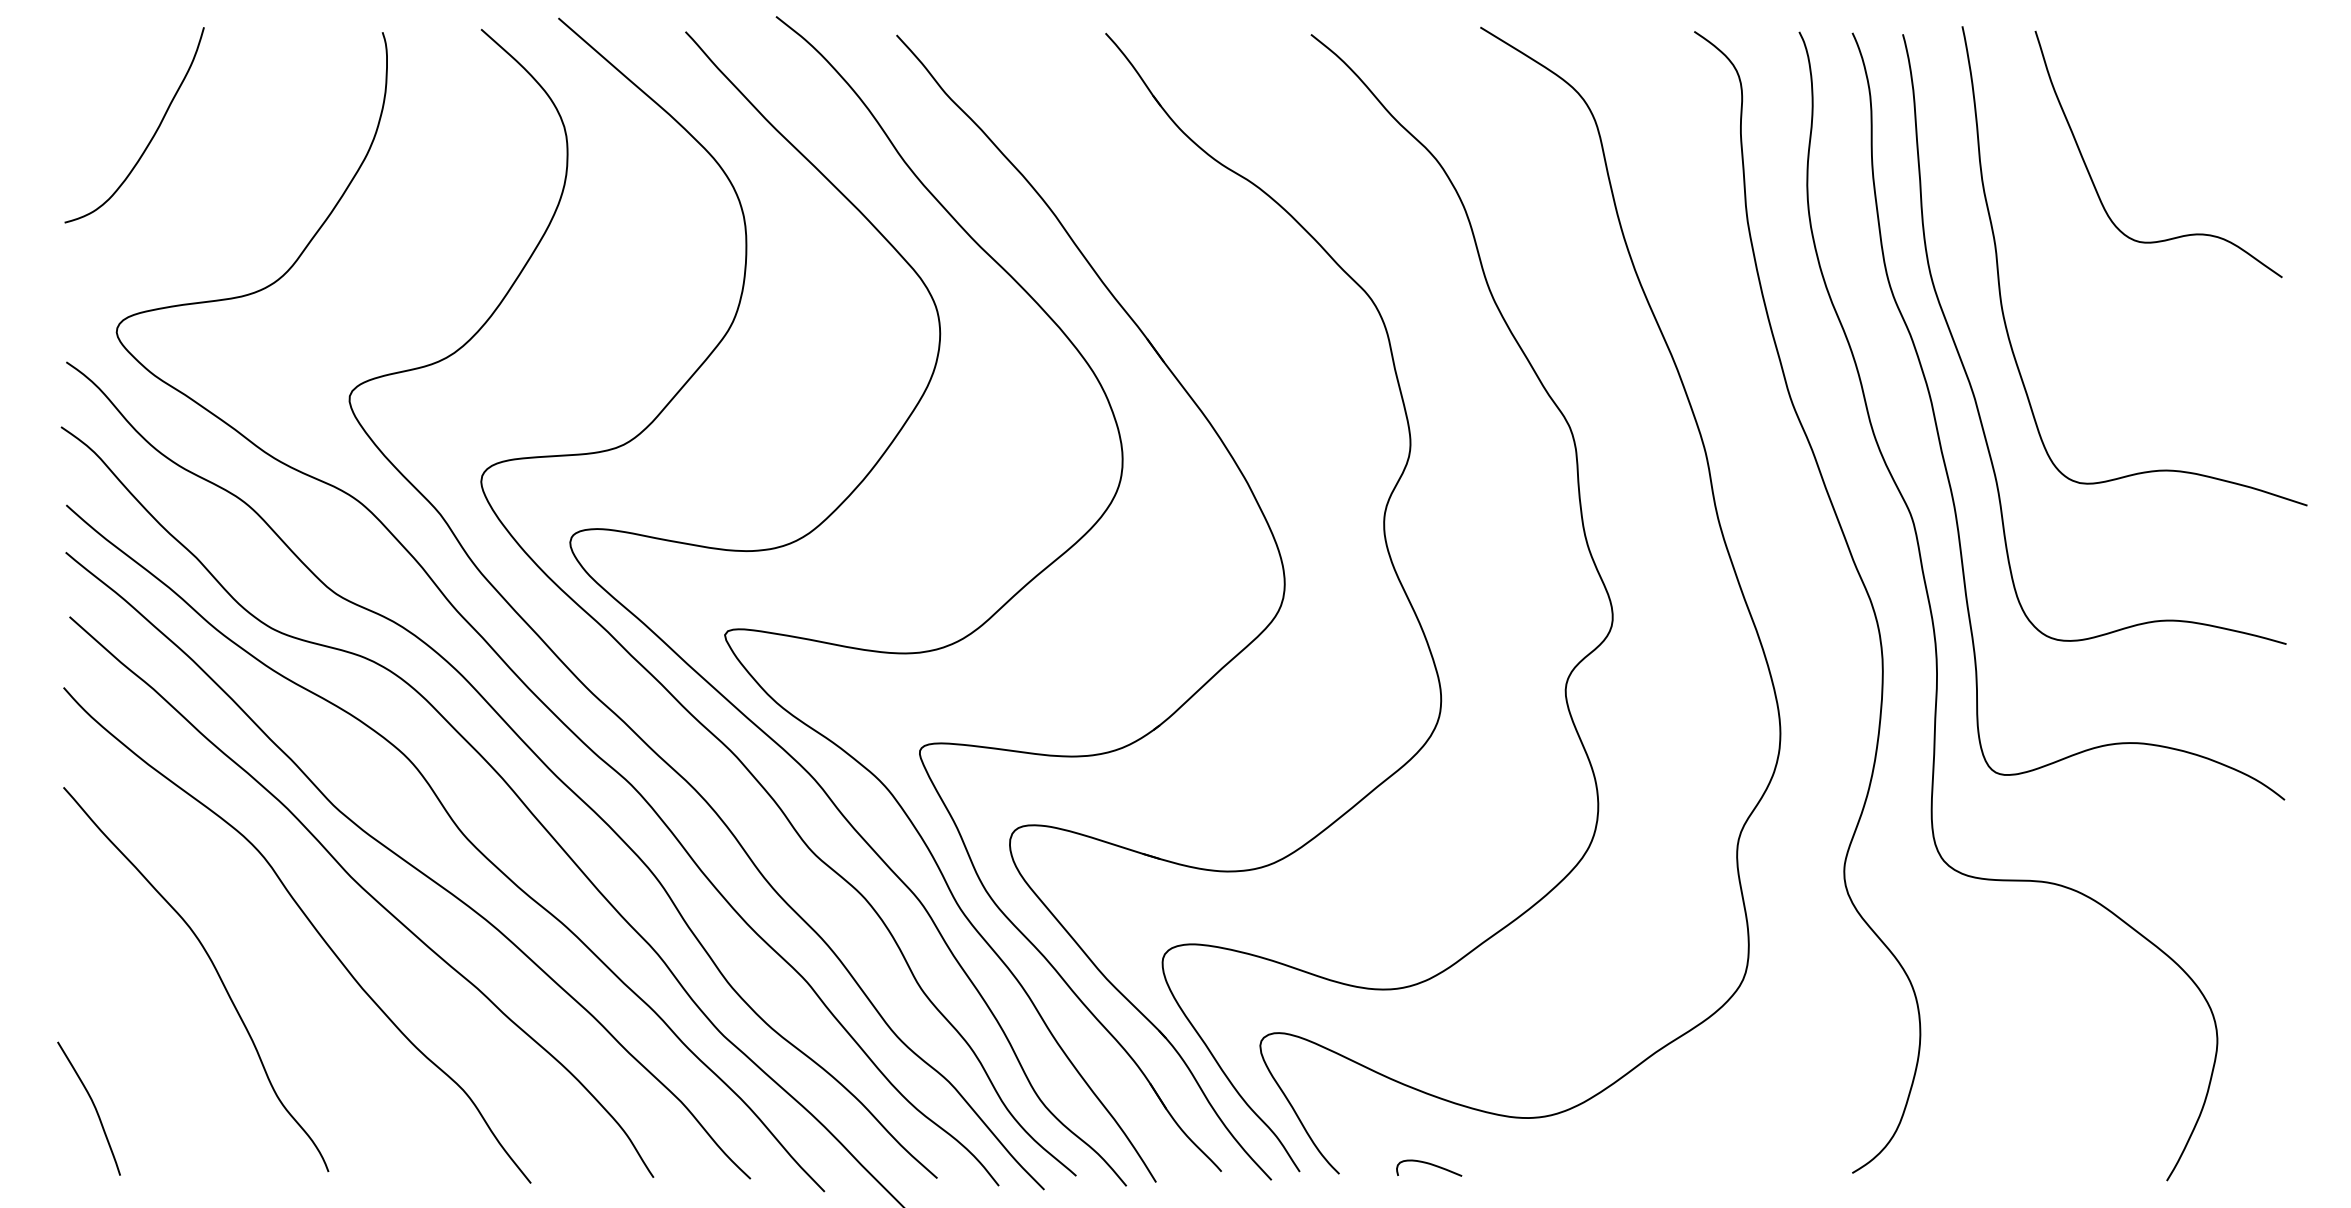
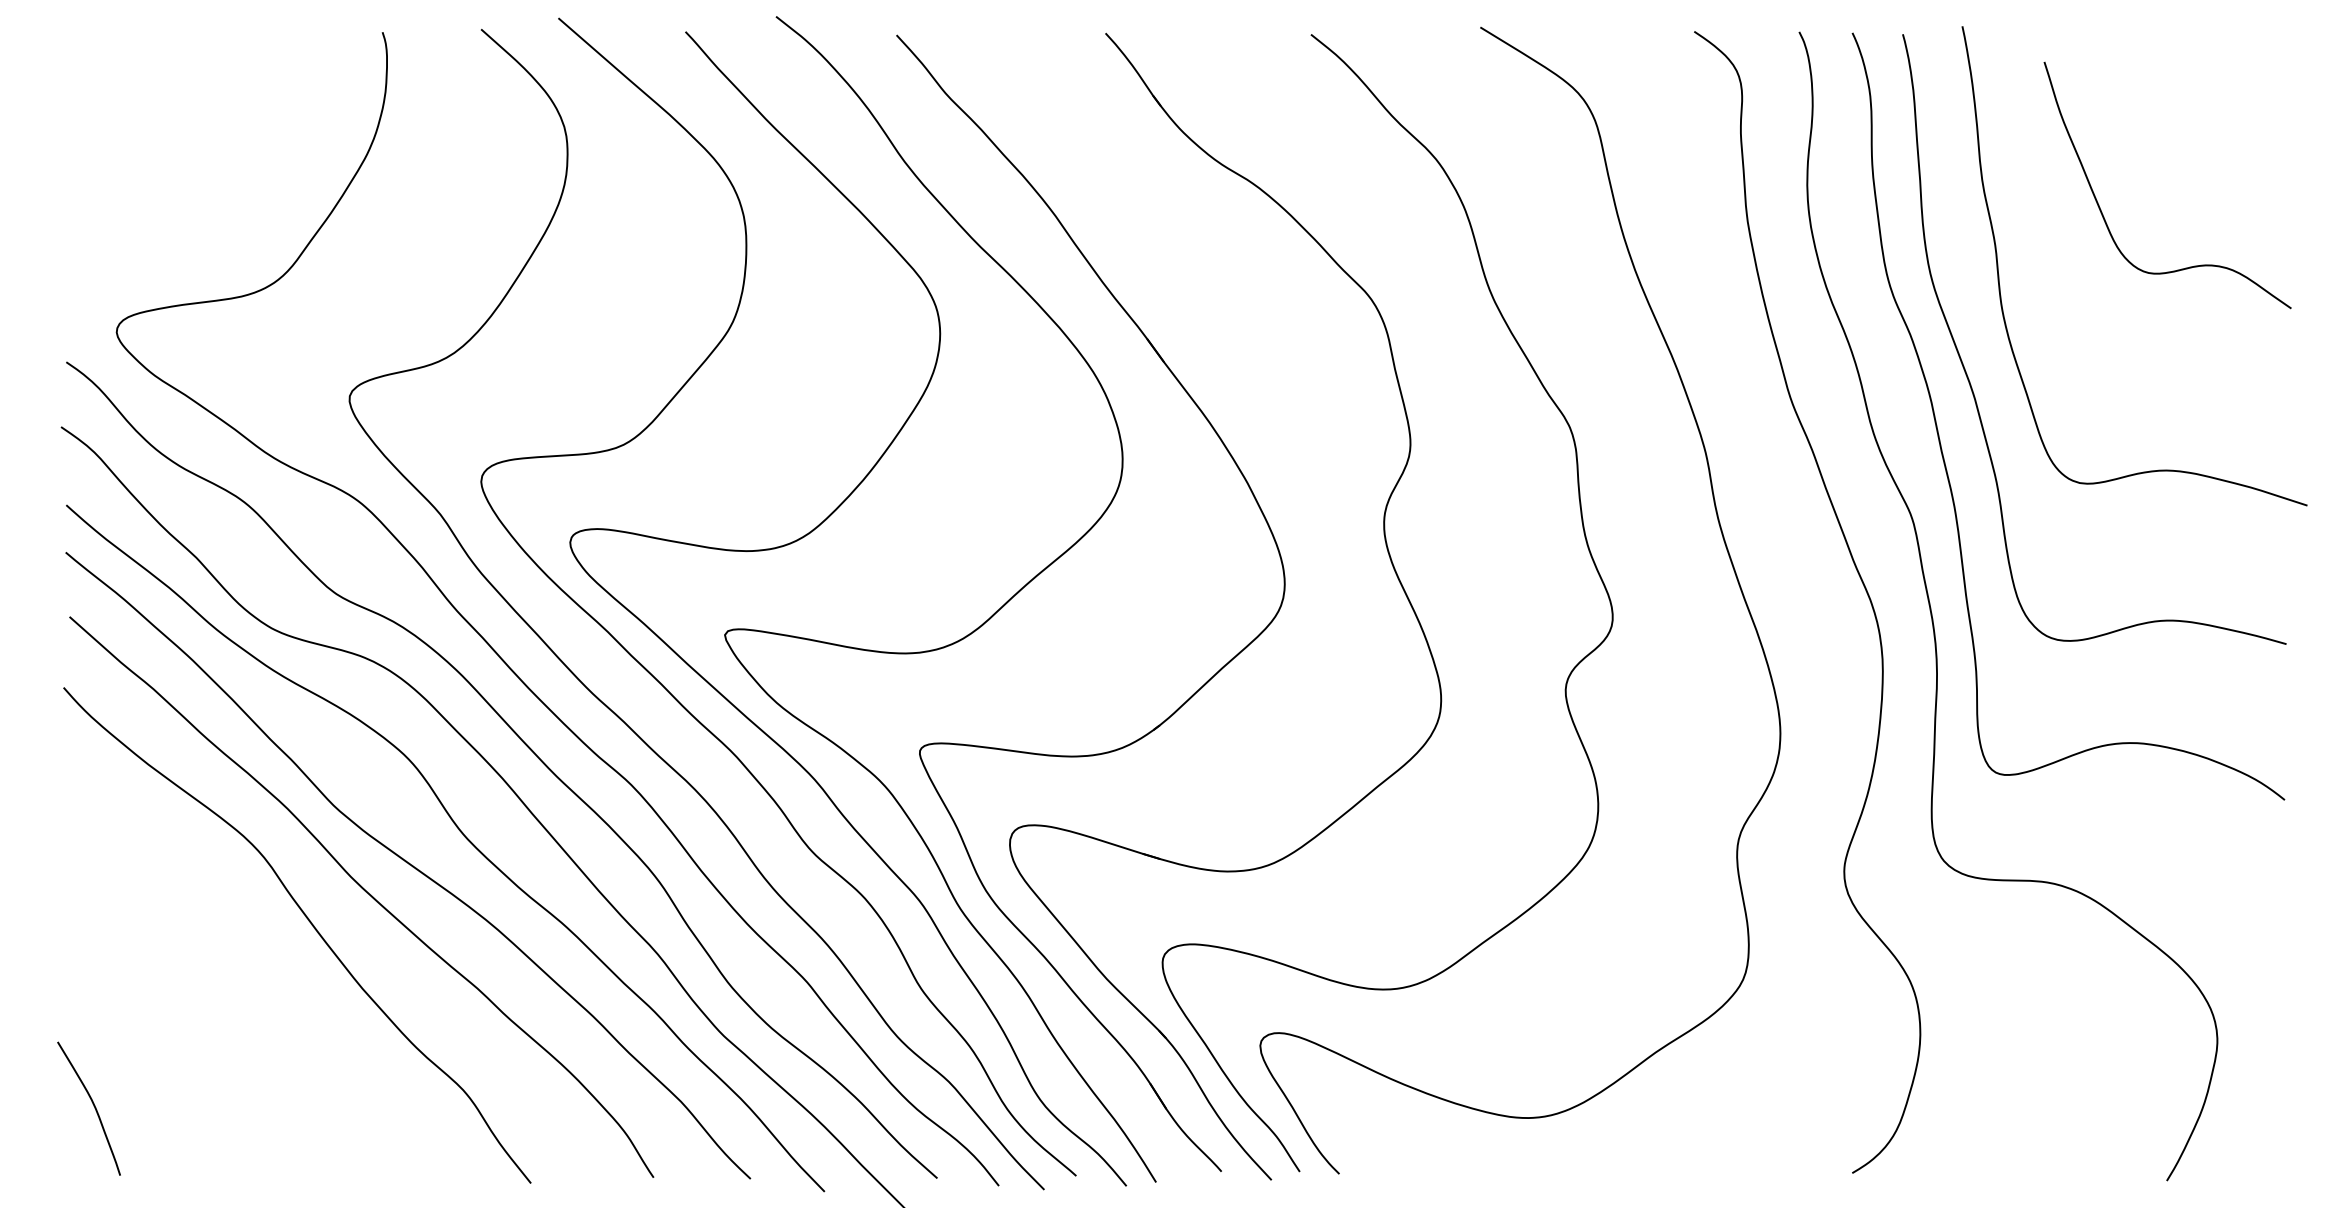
curve at (151, 137): present -> none
curve at (2095, 185) position: (2095, 185) -> (2104, 216)
curve at (213, 967): present -> none
curve at (1431, 1165): present -> none
